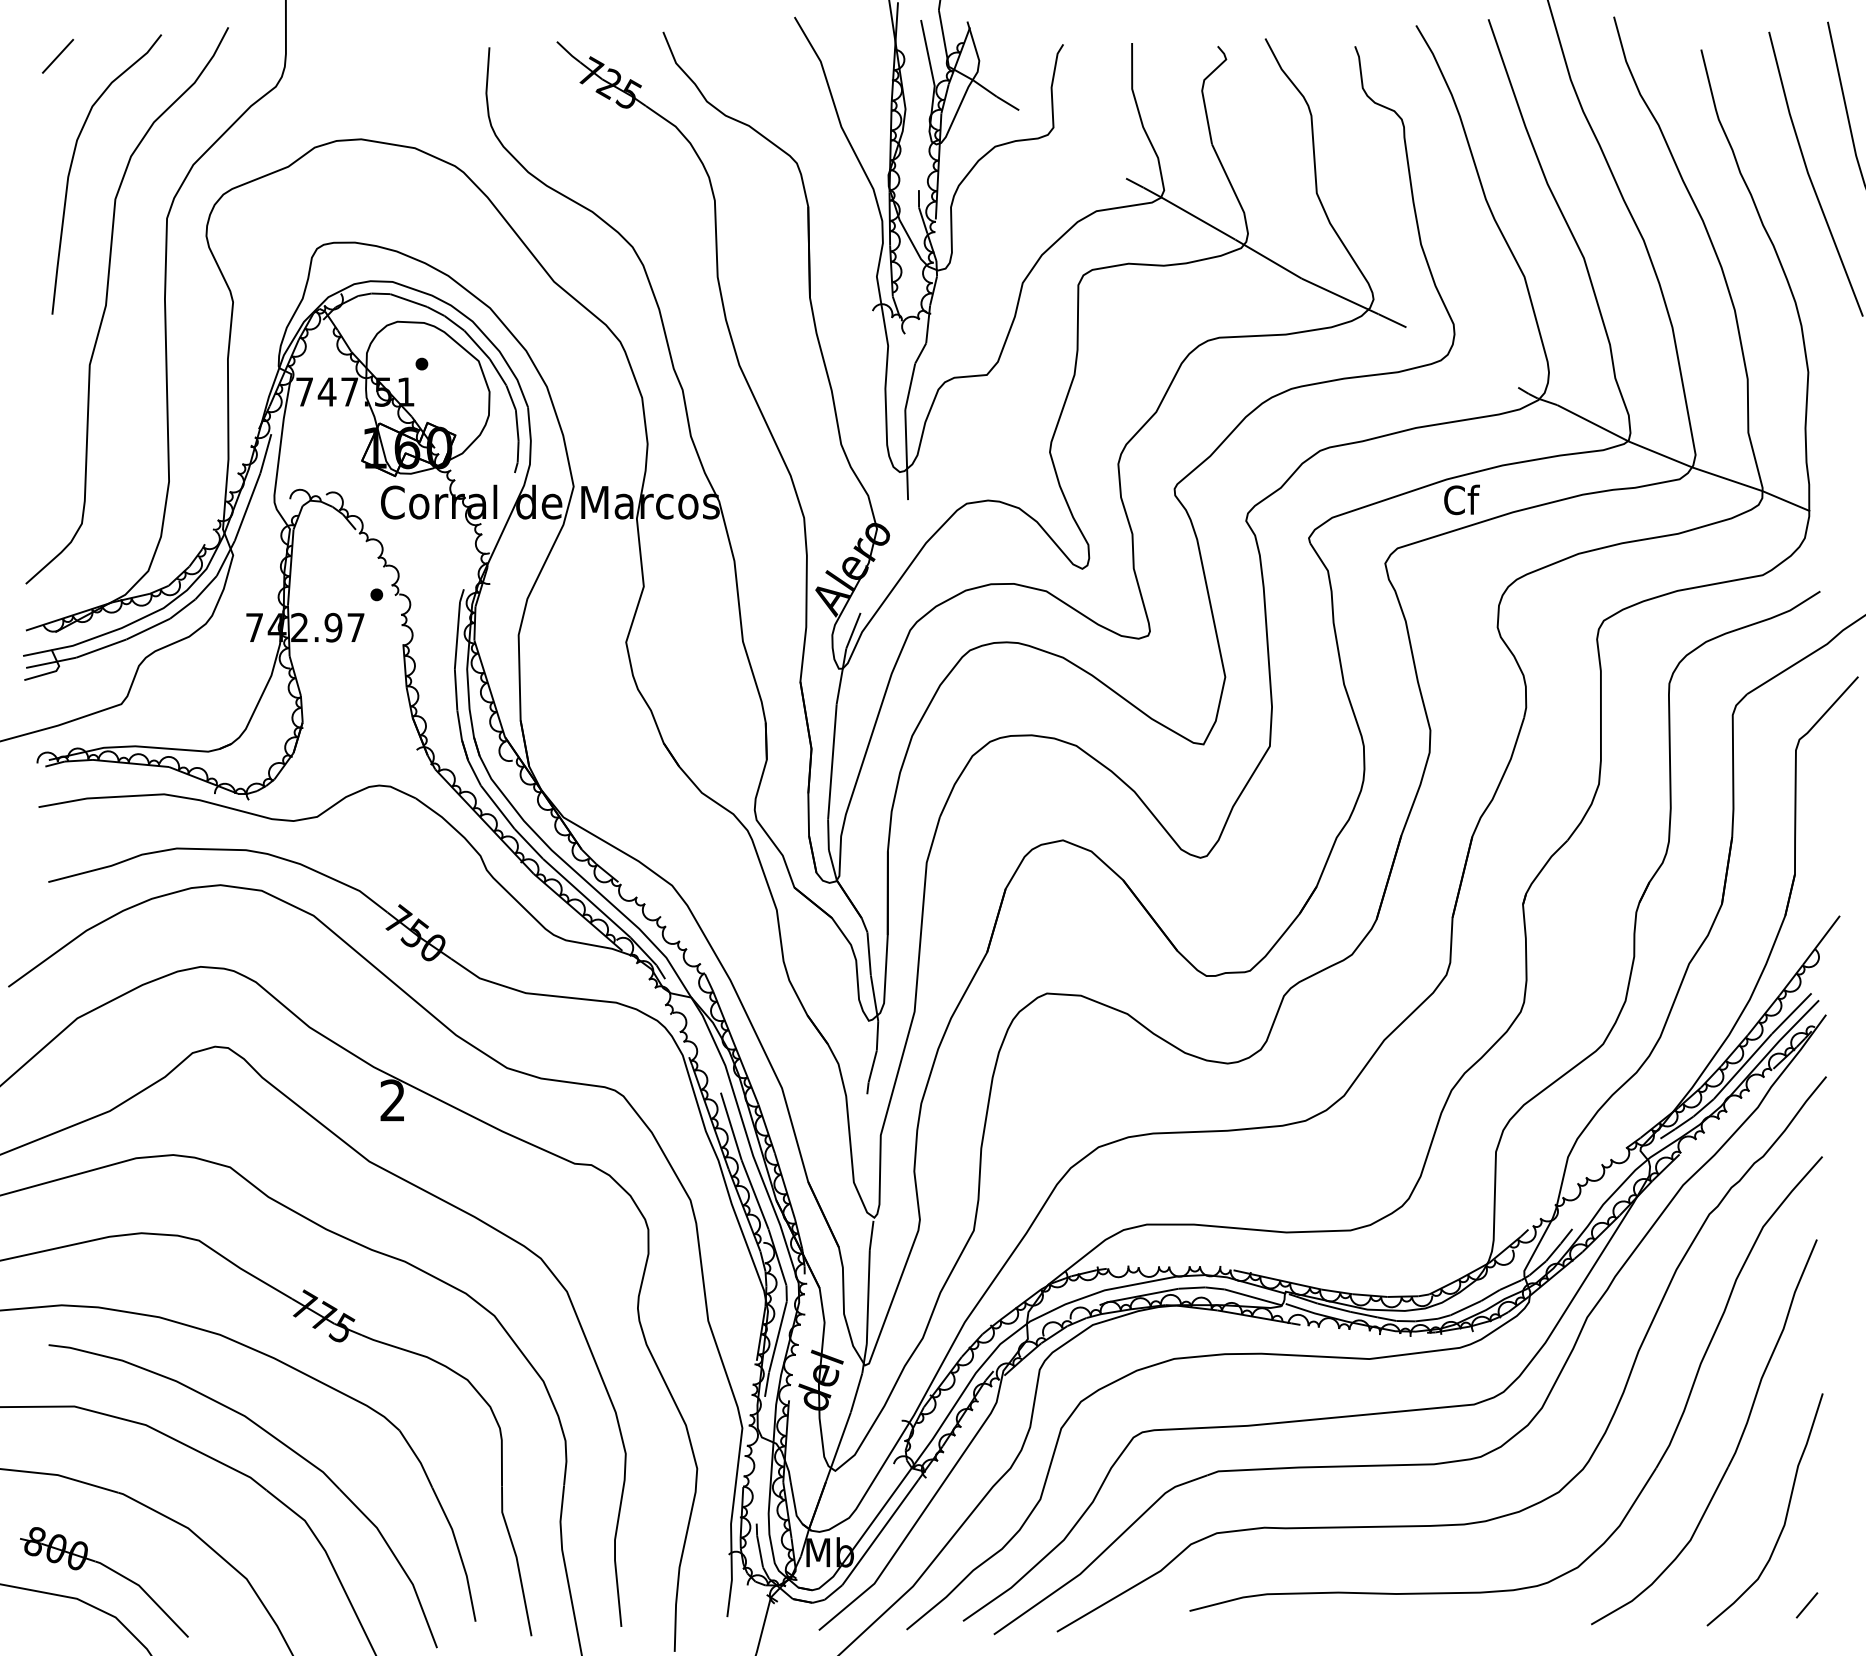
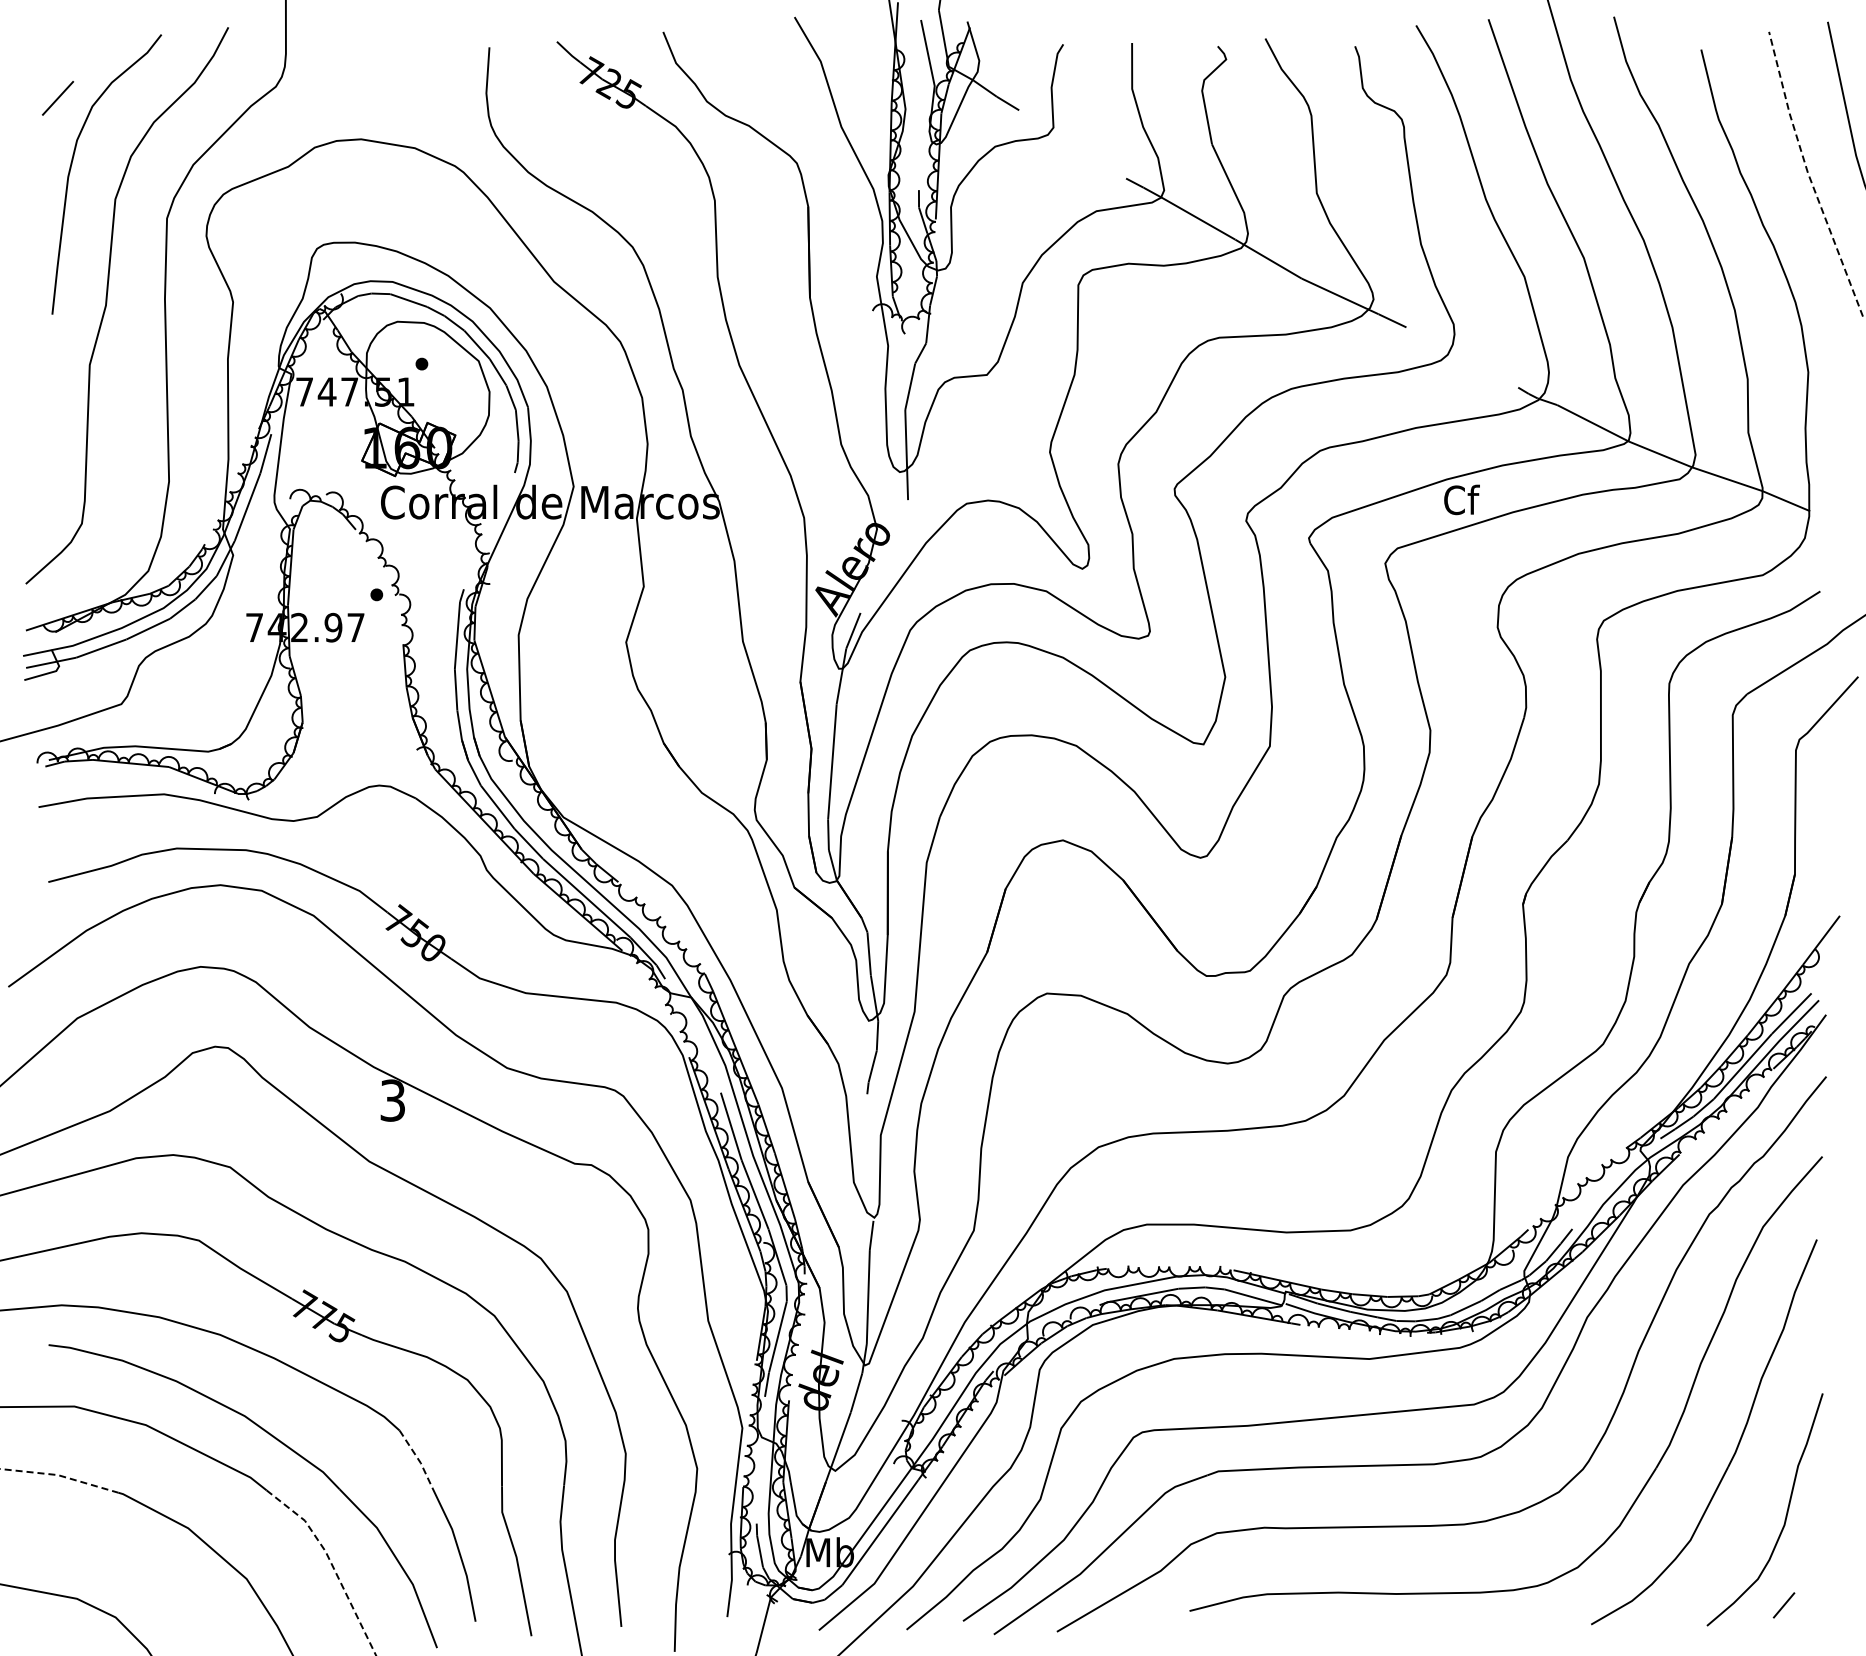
line at (57, 56) position: (57, 56) -> (57, 98)
line at (1808, 174): solid -> dashed
text at (392, 1100): 2 -> 3
line at (418, 1458): solid -> dashed
line at (59, 1475): solid -> dashed
line at (331, 1563): solid -> dashed
part at (110, 1570): present -> none
line at (1806, 1605) position: (1806, 1605) -> (1783, 1605)
